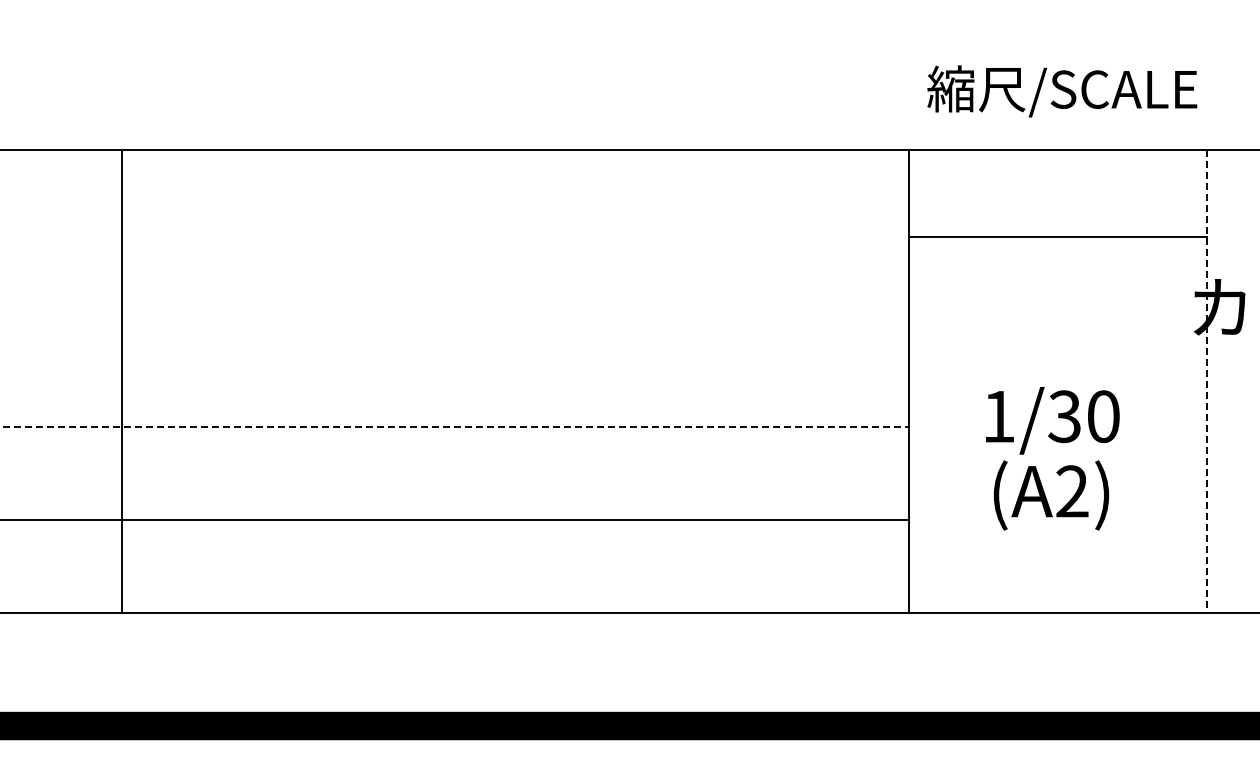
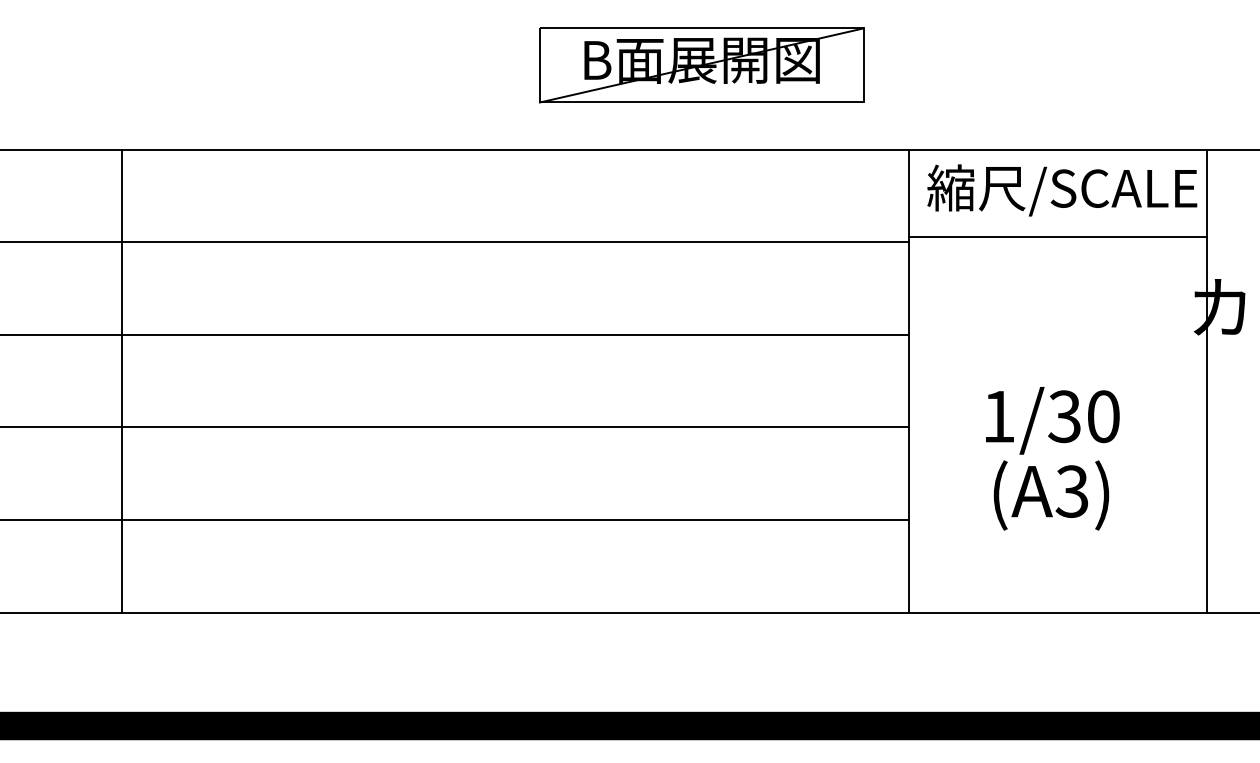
part at (701, 65): none -> present
text at (1062, 91) position: (1062, 91) -> (1062, 190)
line at (455, 242): none -> present
line at (455, 334): none -> present
line at (1206, 381): dashed -> solid
line at (455, 427): dashed -> solid
text at (1071, 491): (A2) -> (A3)
